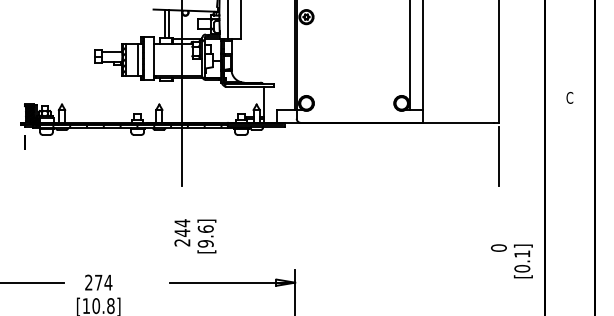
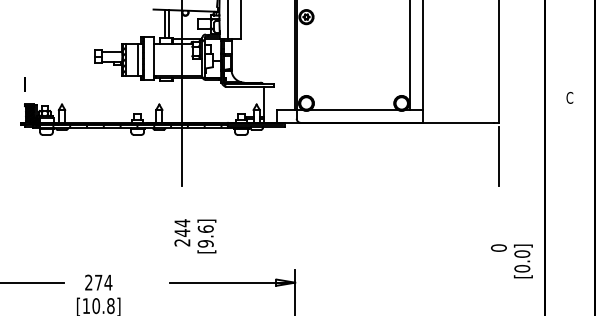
line at (353, 109): none -> present
line at (24, 142) position: (24, 142) -> (24, 84)
text at (522, 253): [0.1] -> [0.0]
